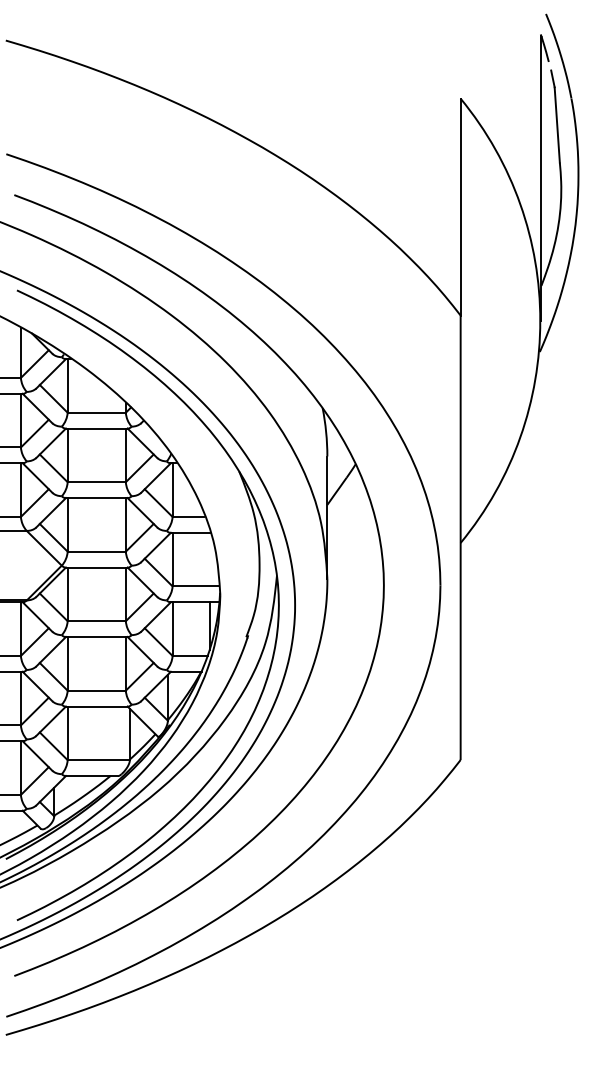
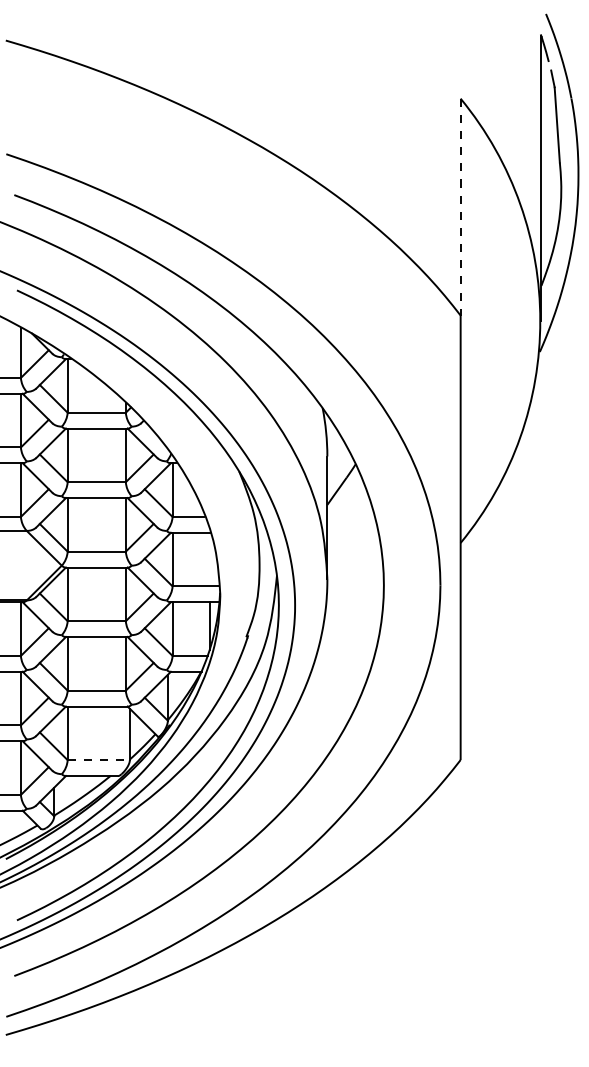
line at (460, 207): solid -> dashed
line at (99, 760): solid -> dashed
